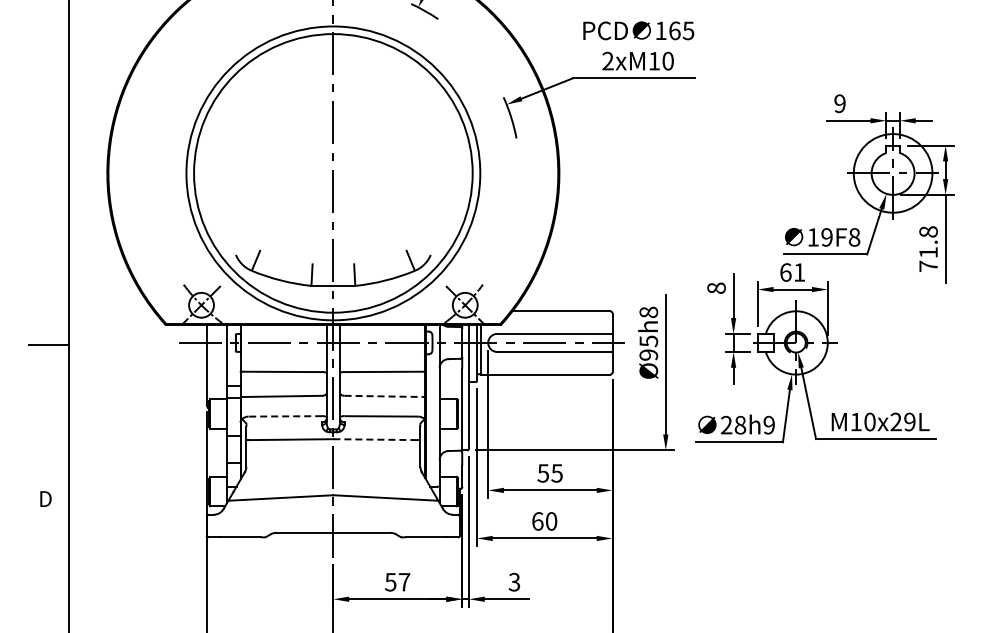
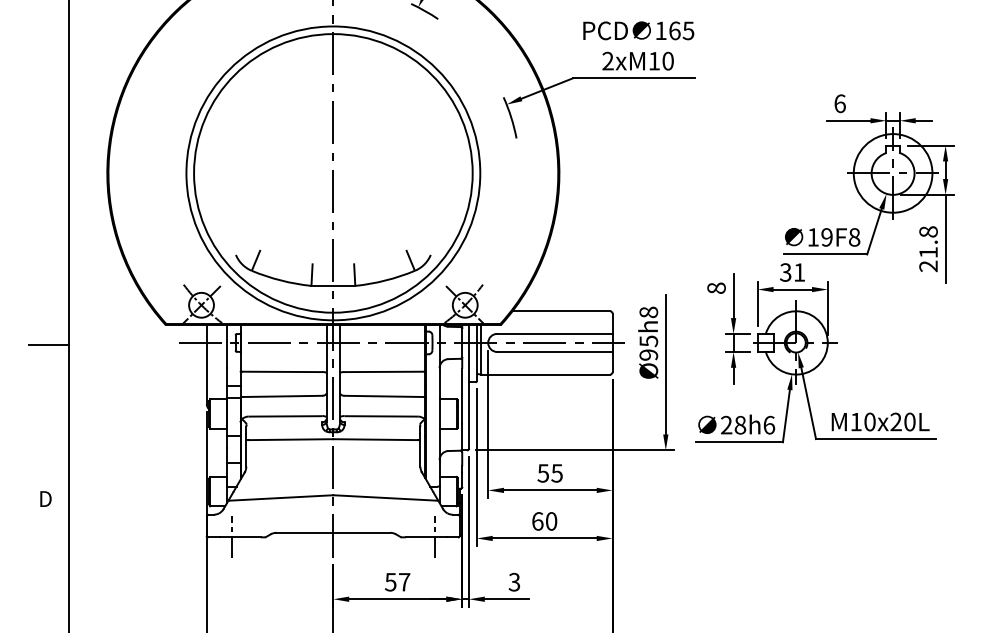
text at (839, 103): 9 -> 6
text at (928, 266): 71.8 -> 21.8
text at (785, 272): 61 -> 31
line at (385, 396): dashed -> solid
line at (285, 416): dashed -> solid
text at (909, 421): M10x29L -> M10x20L
text at (769, 424): 28h9 -> 28h6
line at (376, 439): dashed -> solid
line at (231, 536): none -> present
line at (435, 536): none -> present
